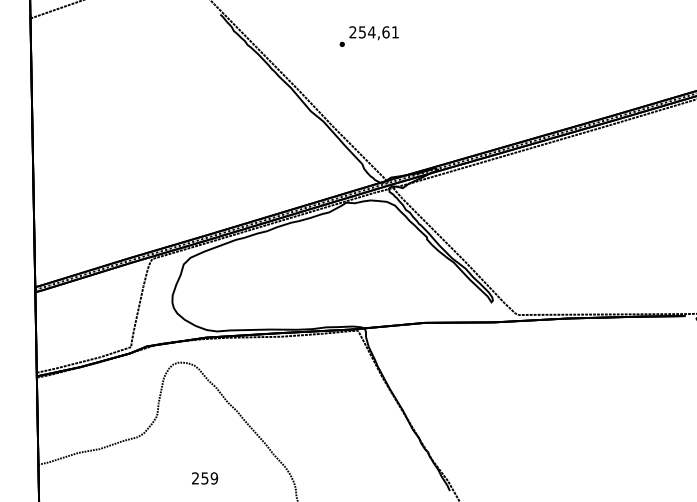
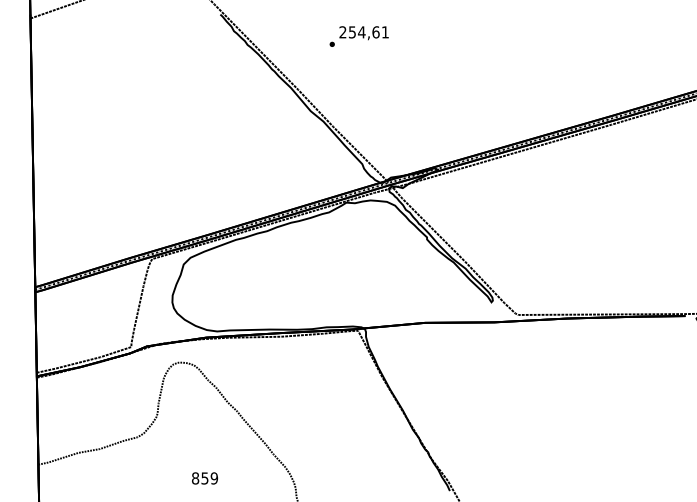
text at (368, 36) position: (368, 36) -> (358, 36)
text at (195, 478): 259 -> 859
